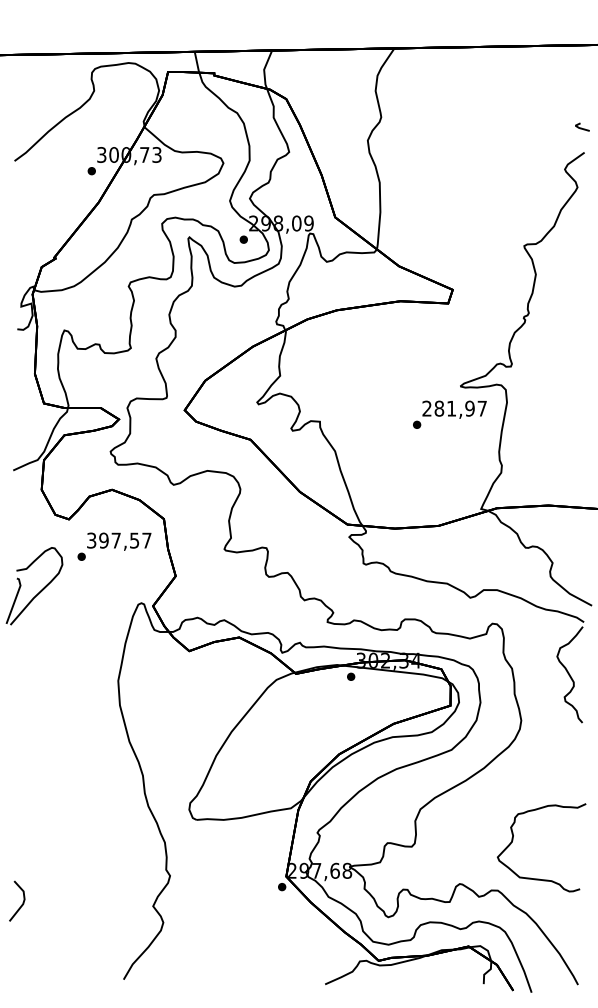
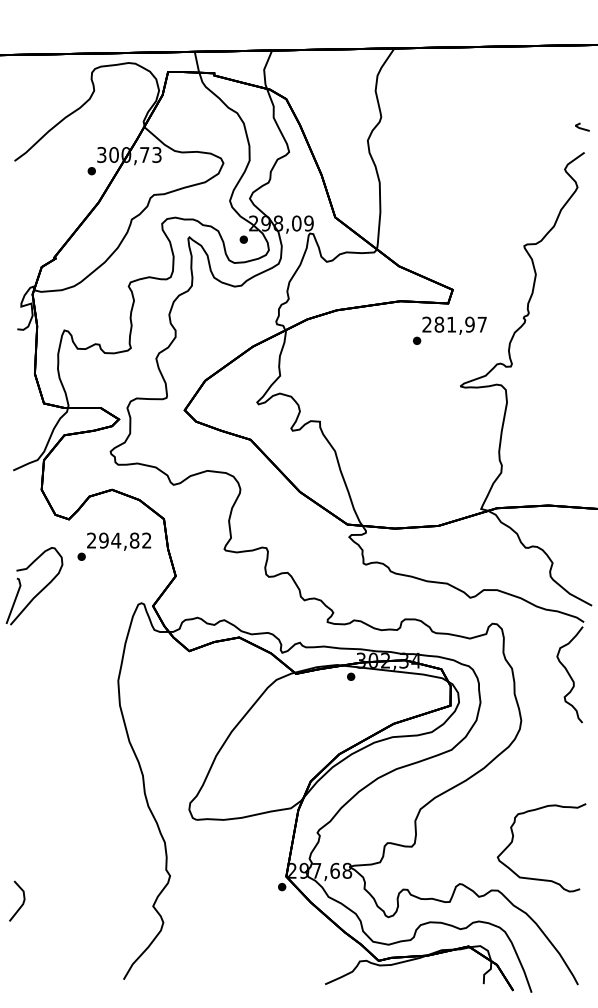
text at (449, 414) position: (449, 414) -> (449, 330)
text at (119, 540): 397,57 -> 294,82
